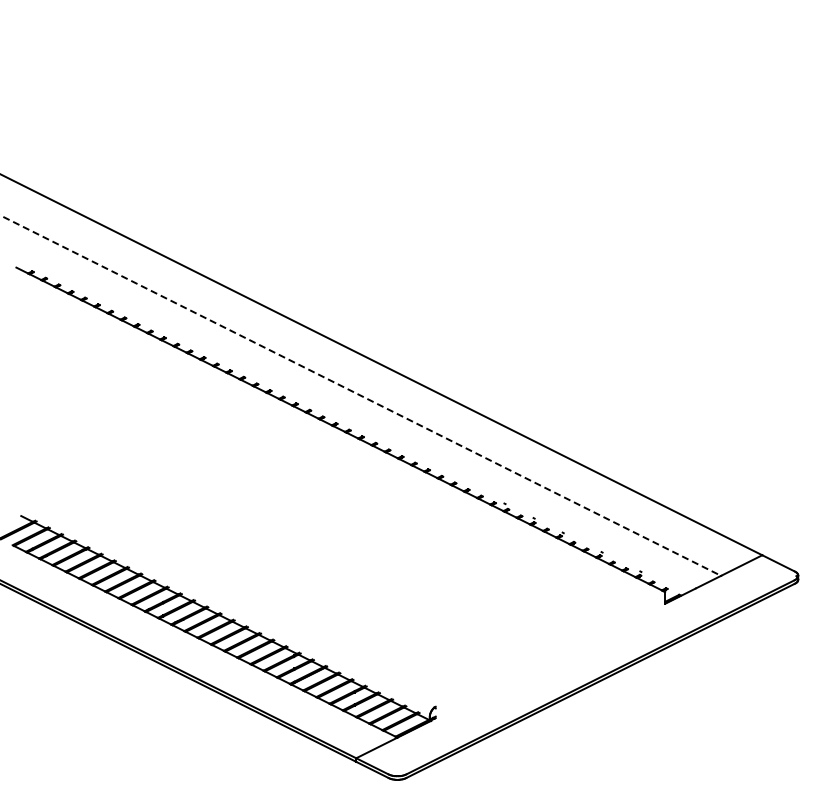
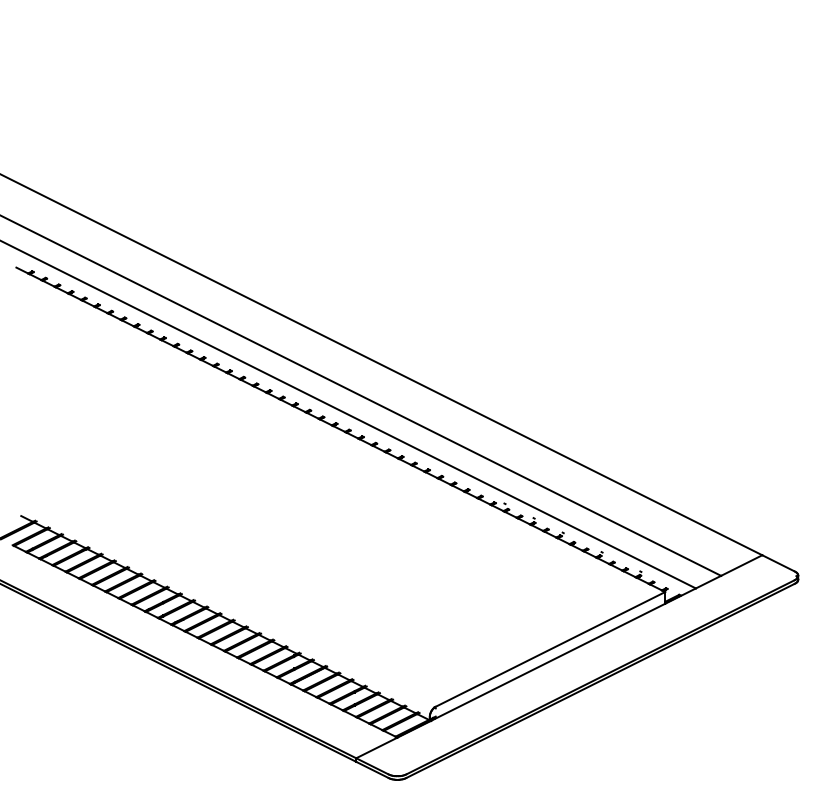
line at (360, 395): dashed -> solid
line at (348, 414): none -> present
line at (550, 649): none -> present
line at (548, 661): none -> present
